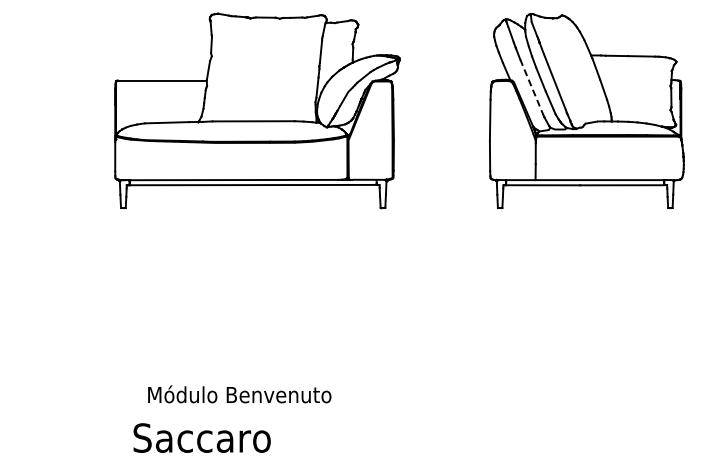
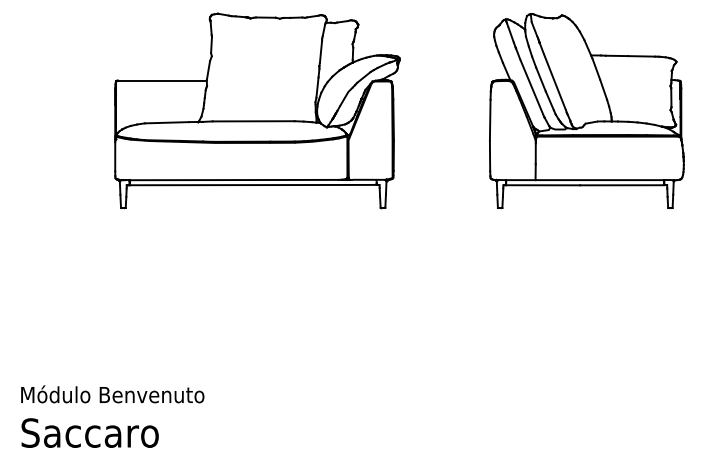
line at (531, 87): dashed -> solid
text at (239, 394) position: (239, 394) -> (112, 394)
text at (201, 437) position: (201, 437) -> (89, 432)
